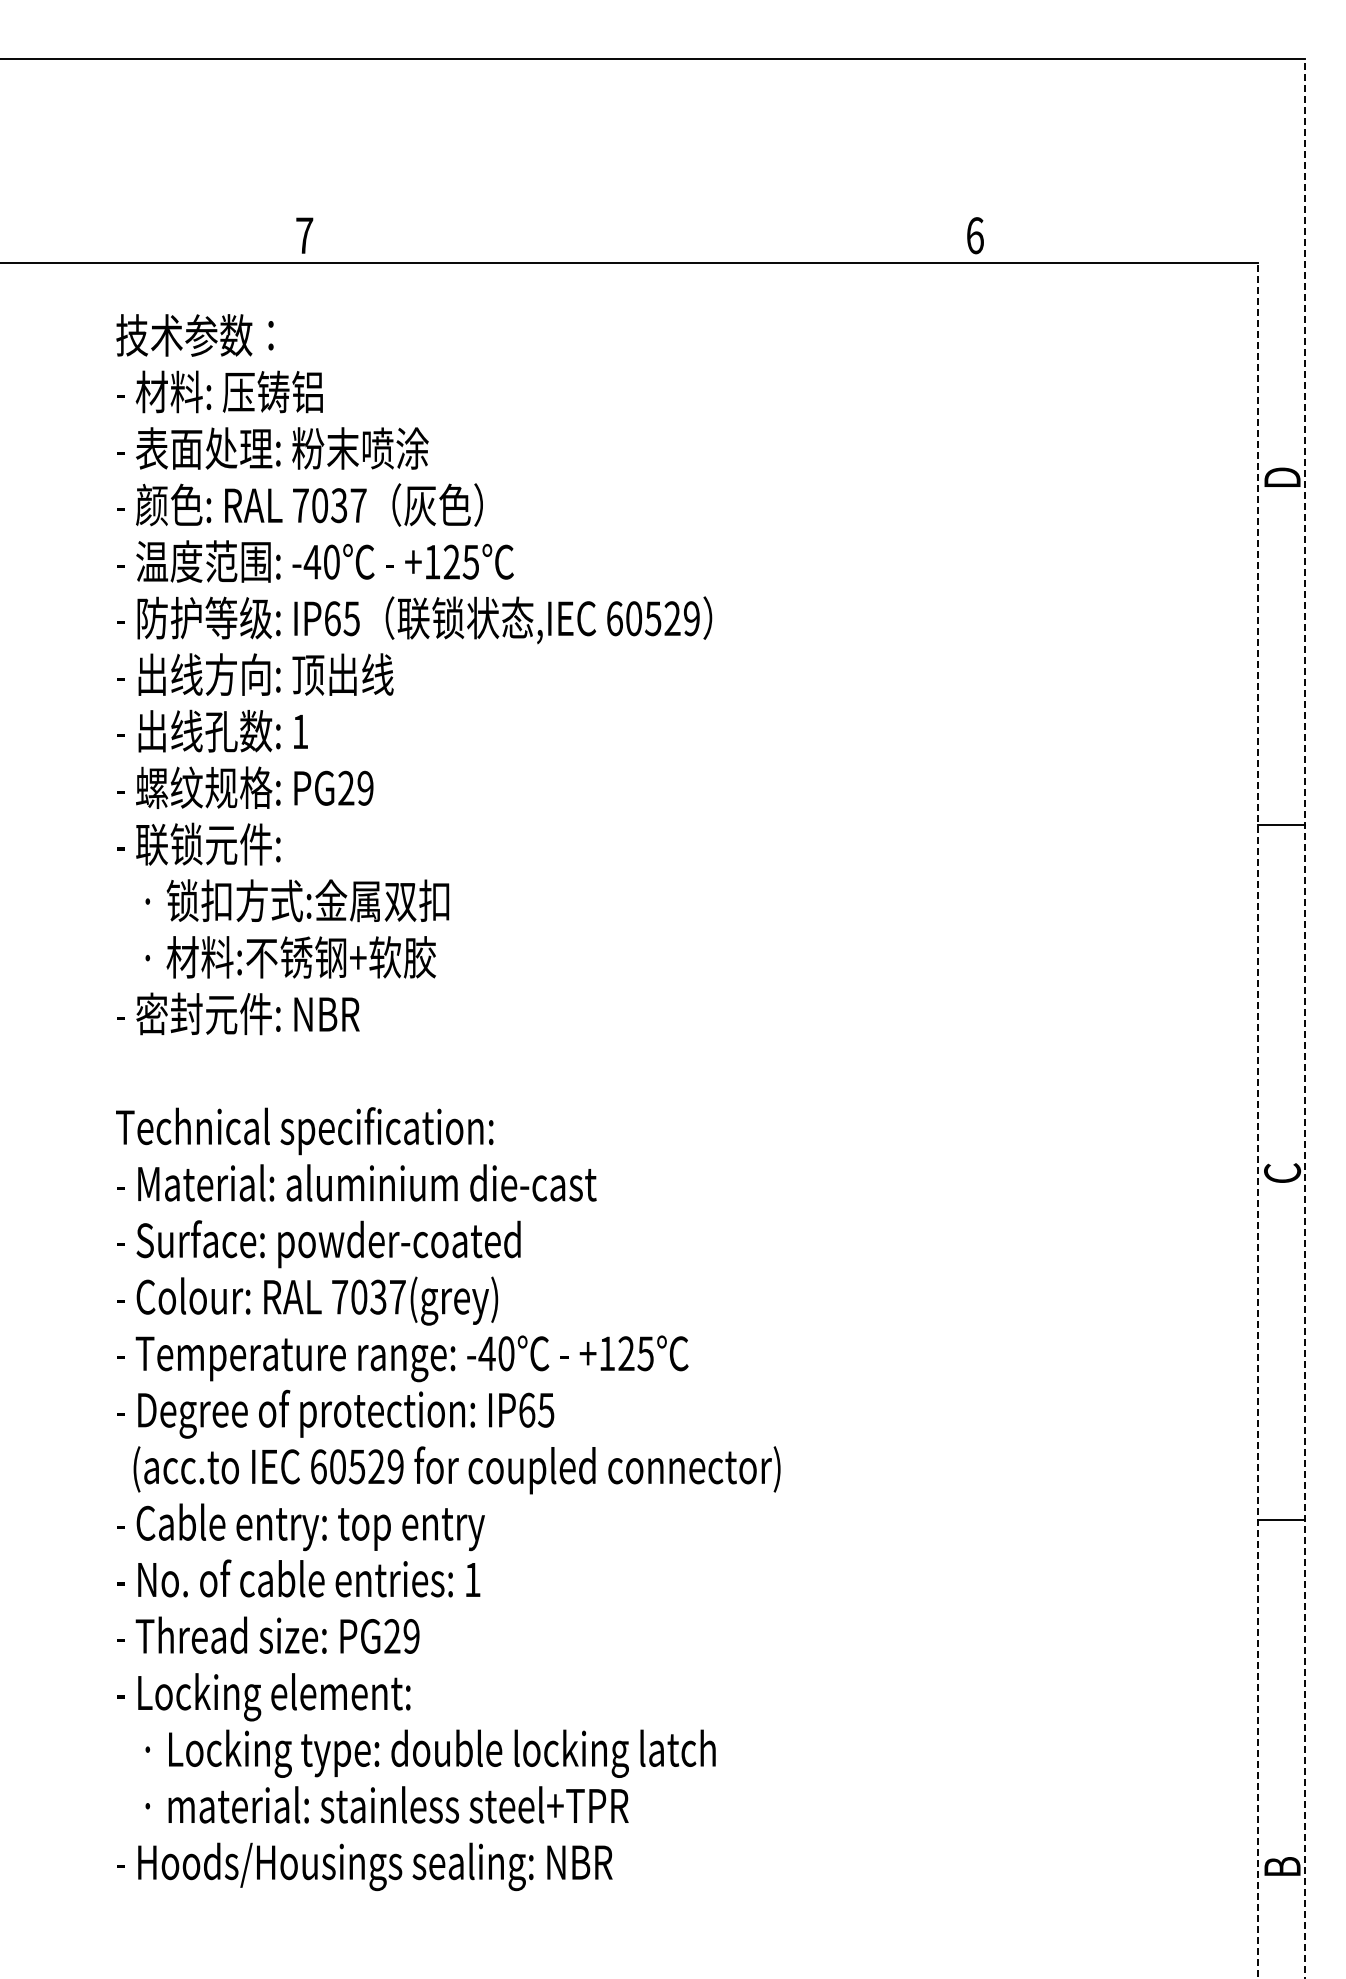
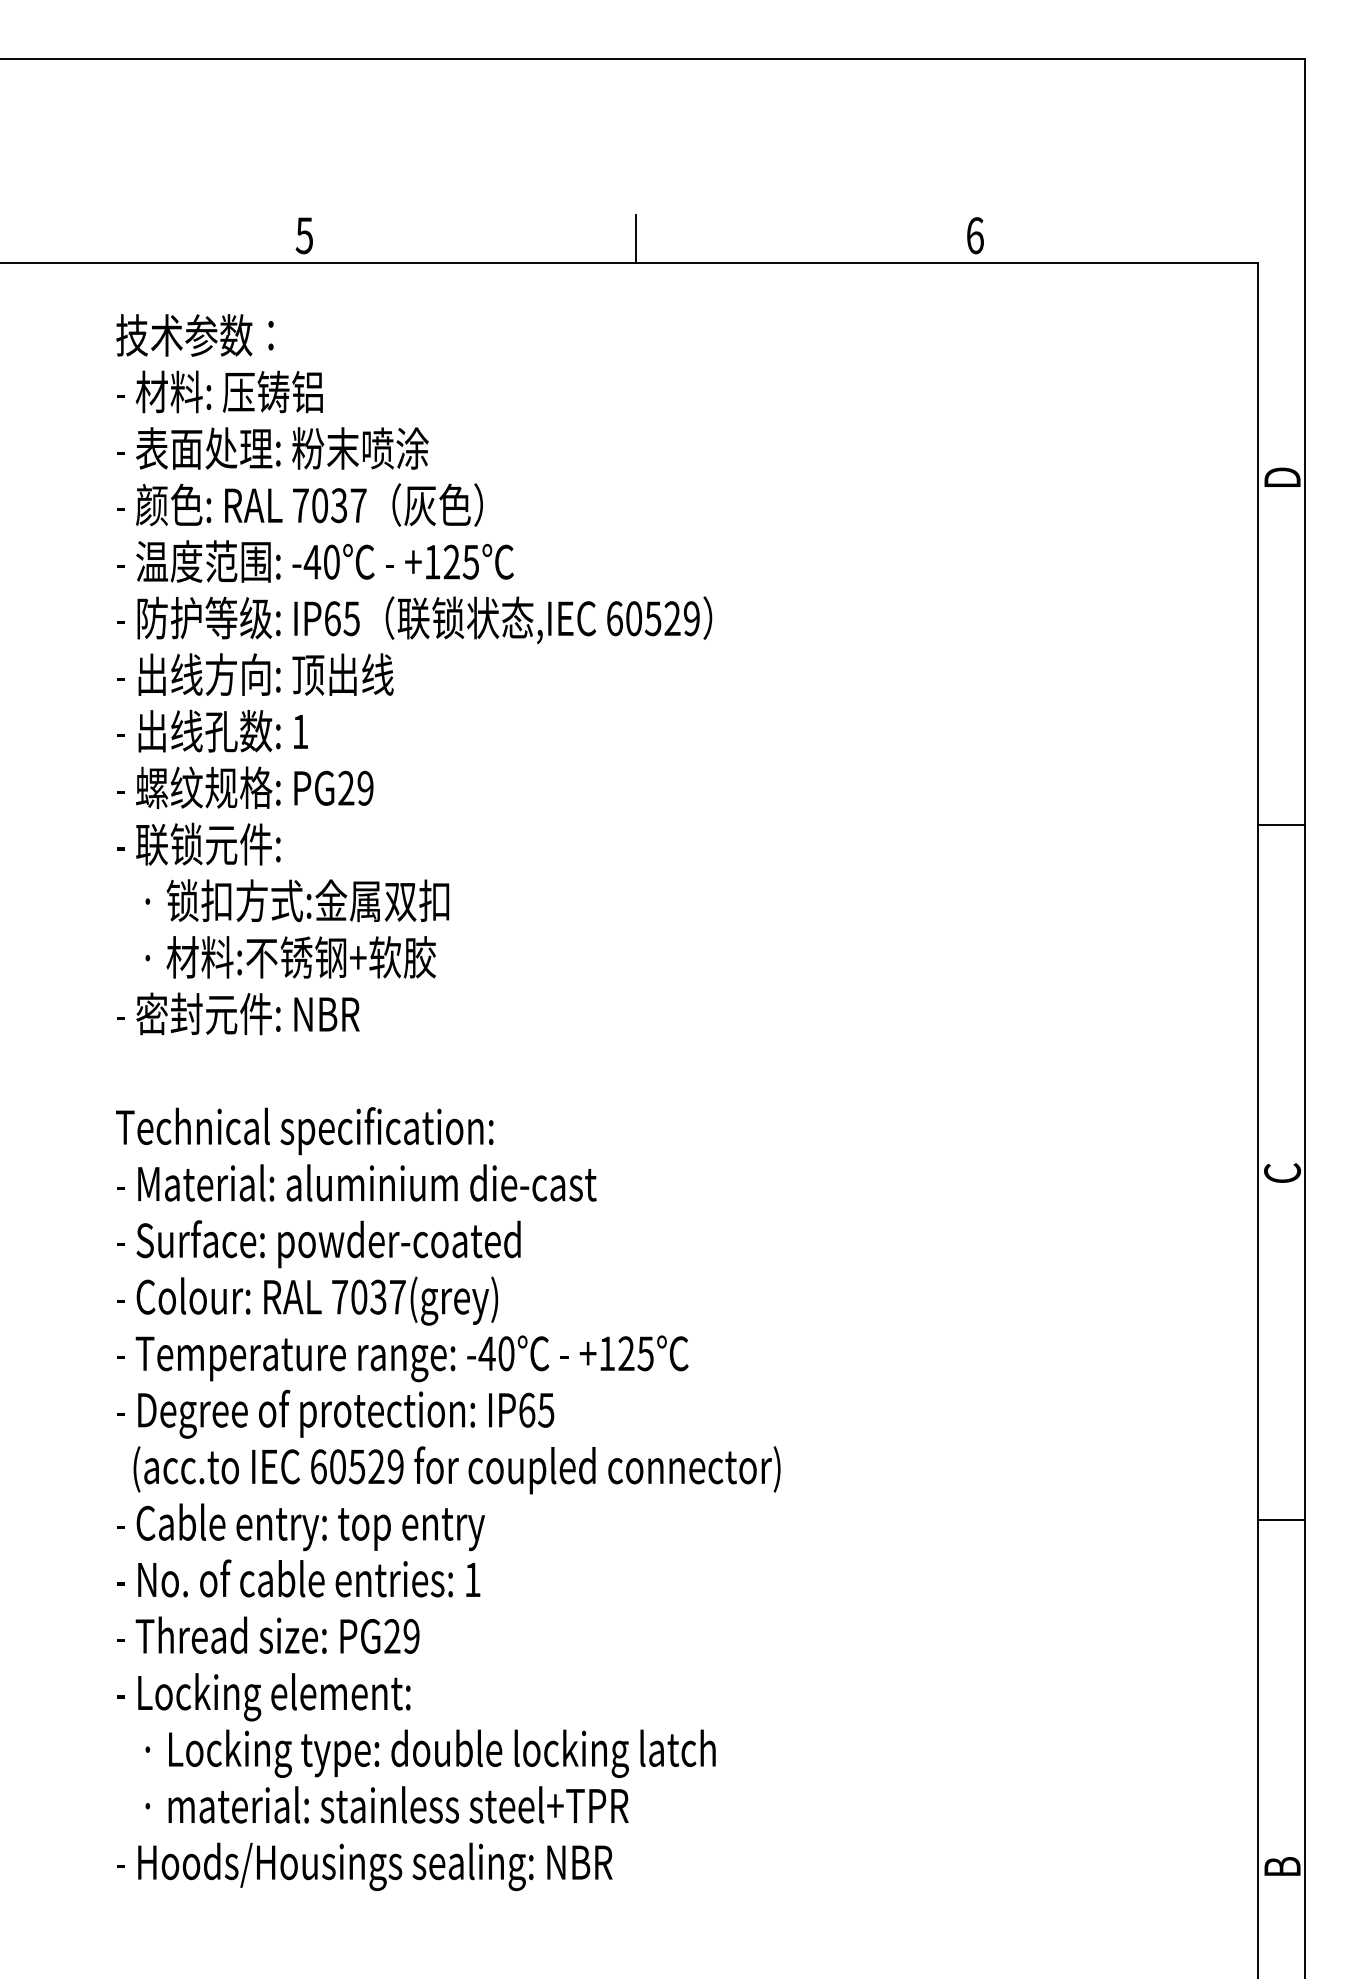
text at (304, 235): 7 -> 5
line at (636, 238): none -> present
line at (1305, 1019): dashed -> solid
line at (1258, 1120): dashed -> solid
